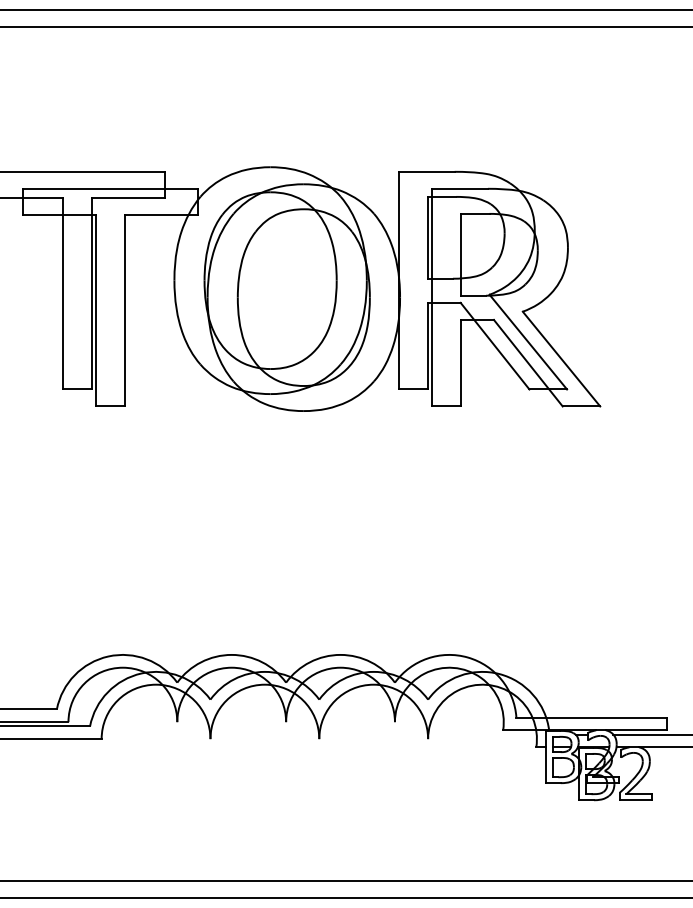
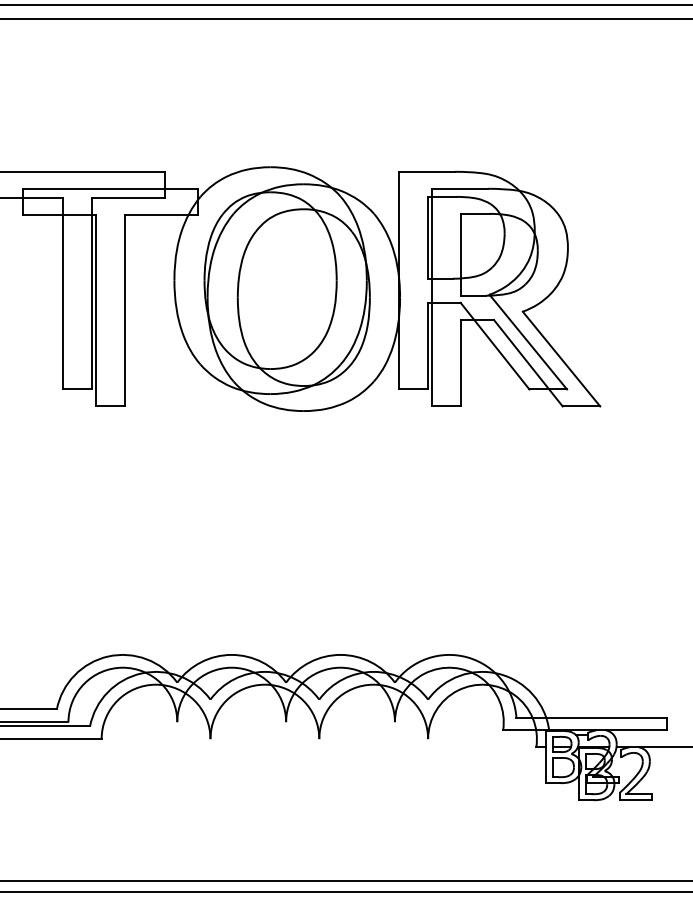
line at (345, 10) position: (345, 10) -> (345, 5)
line at (345, 27) position: (345, 27) -> (345, 19)
line at (651, 734): present -> none
line at (345, 897) position: (345, 897) -> (345, 891)
